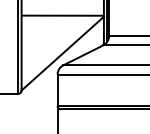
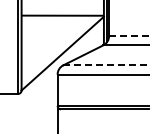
line at (130, 36): solid -> dashed
line at (106, 65): solid -> dashed
